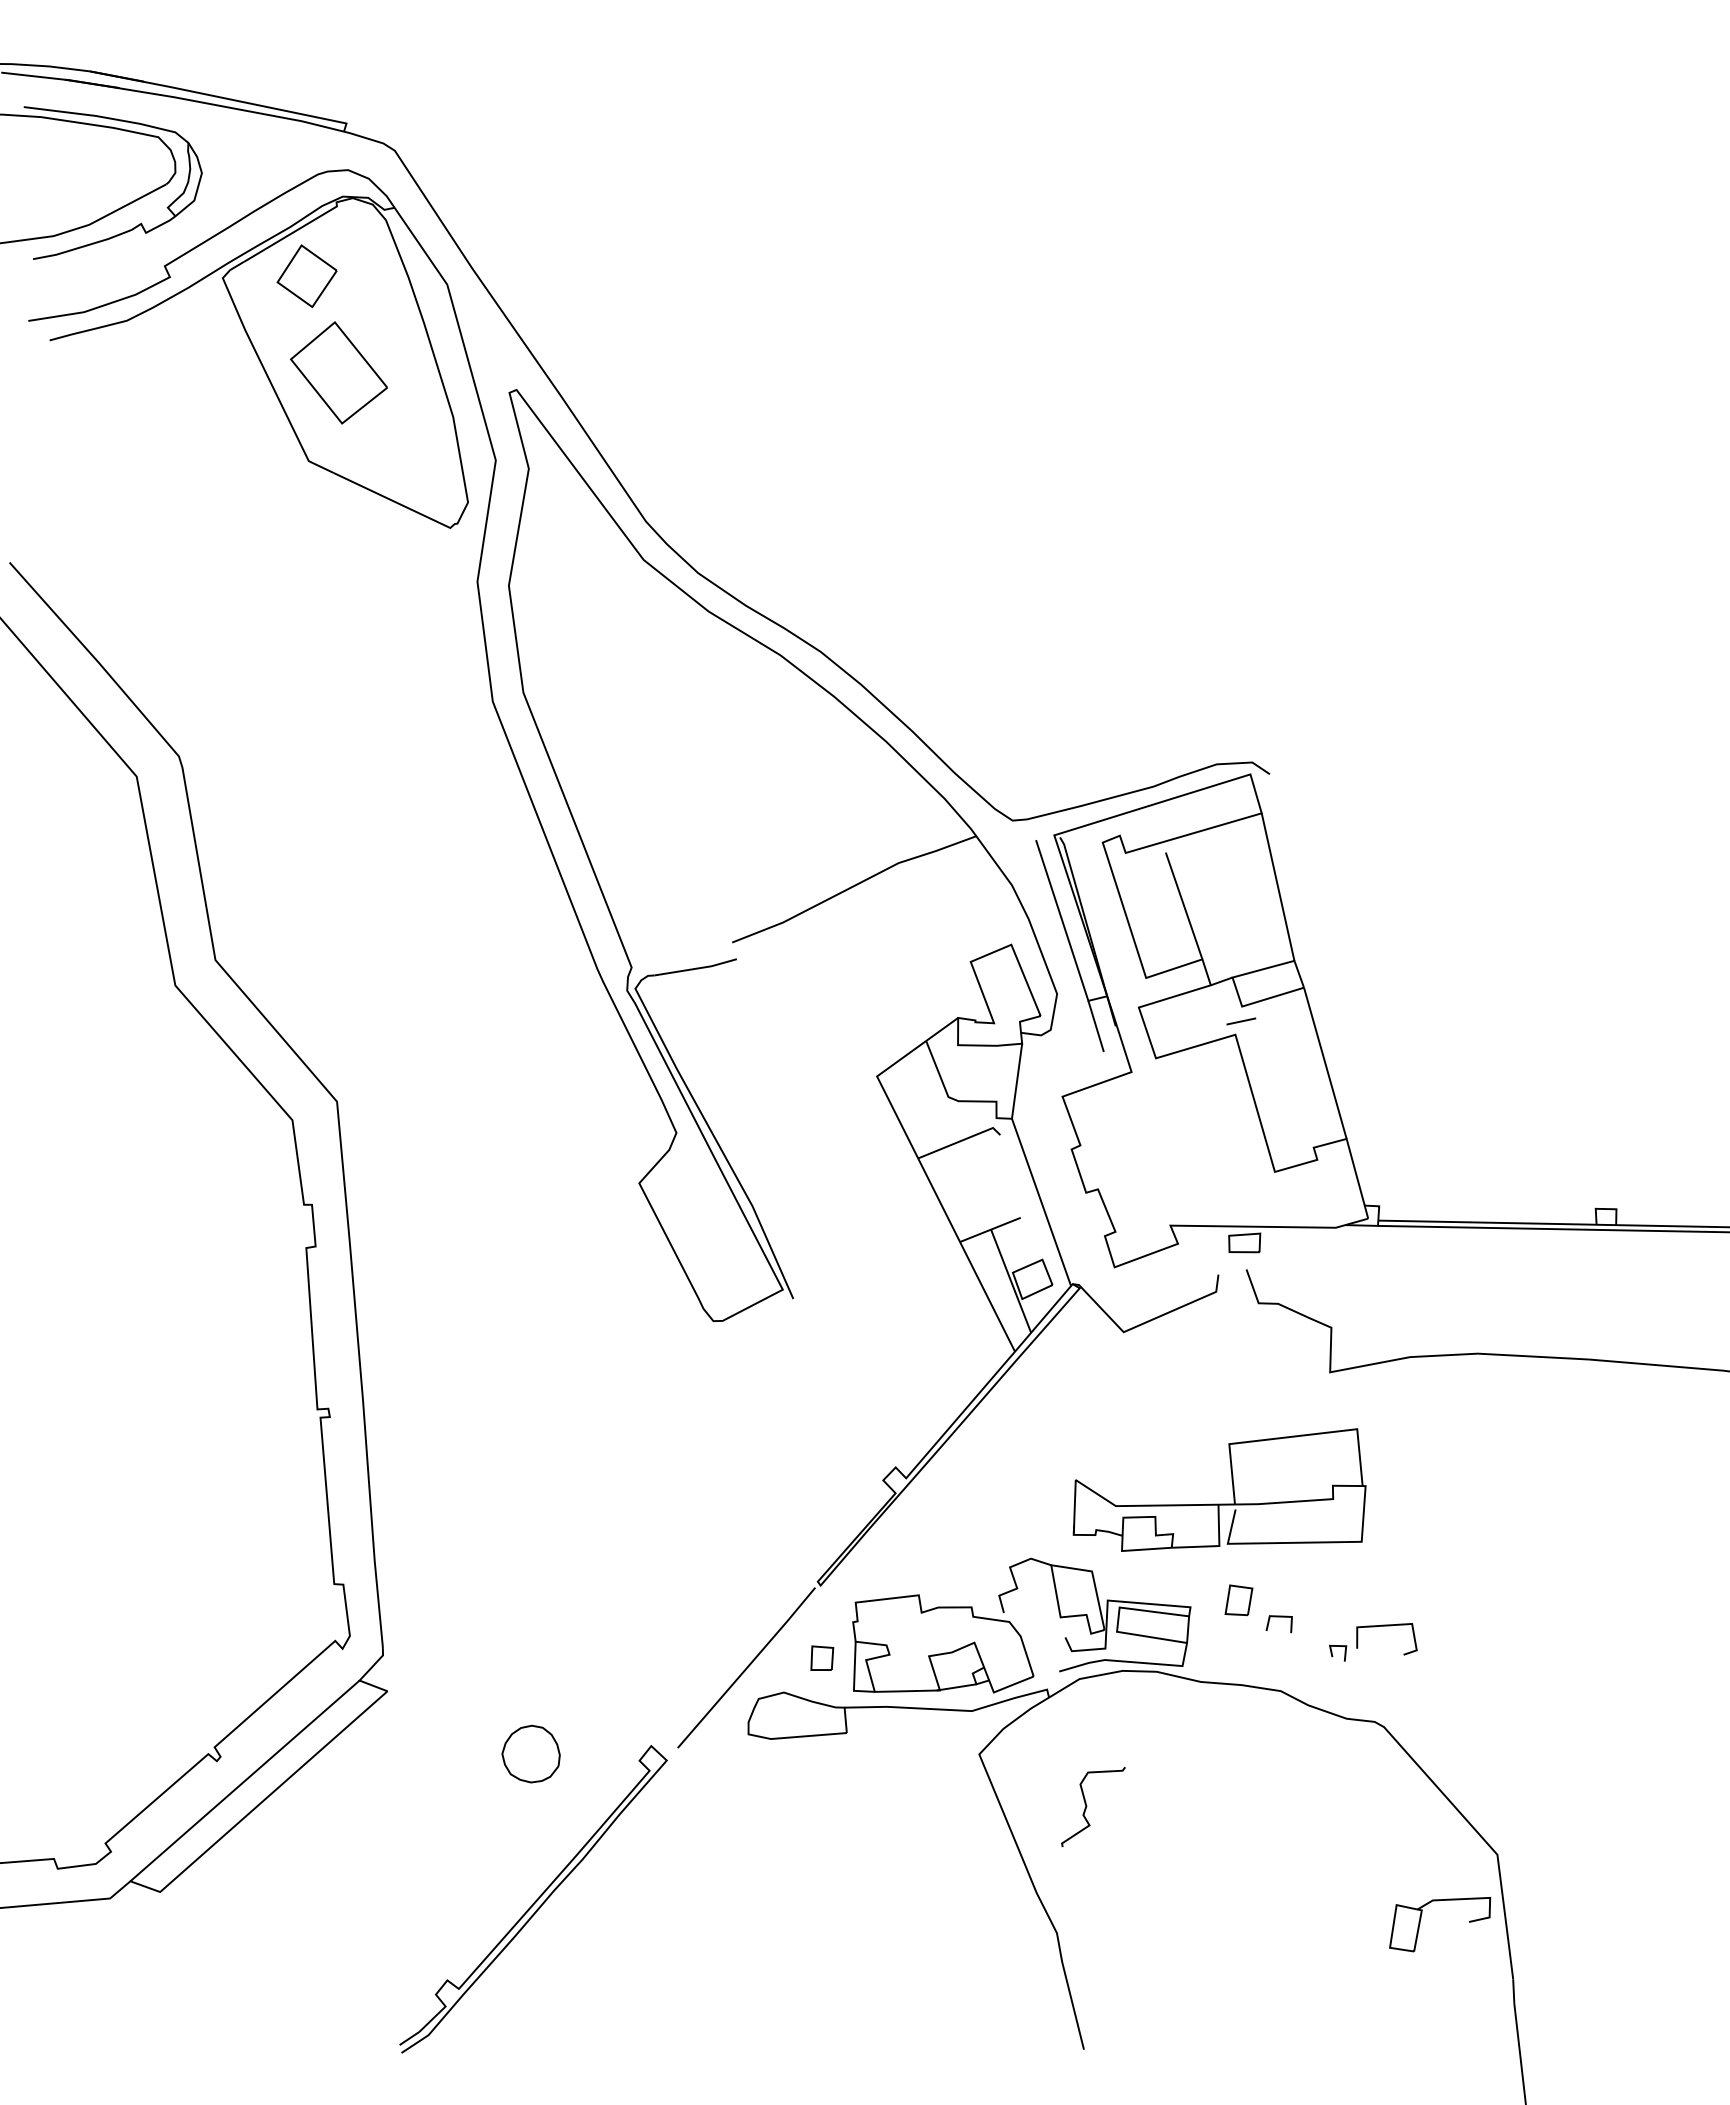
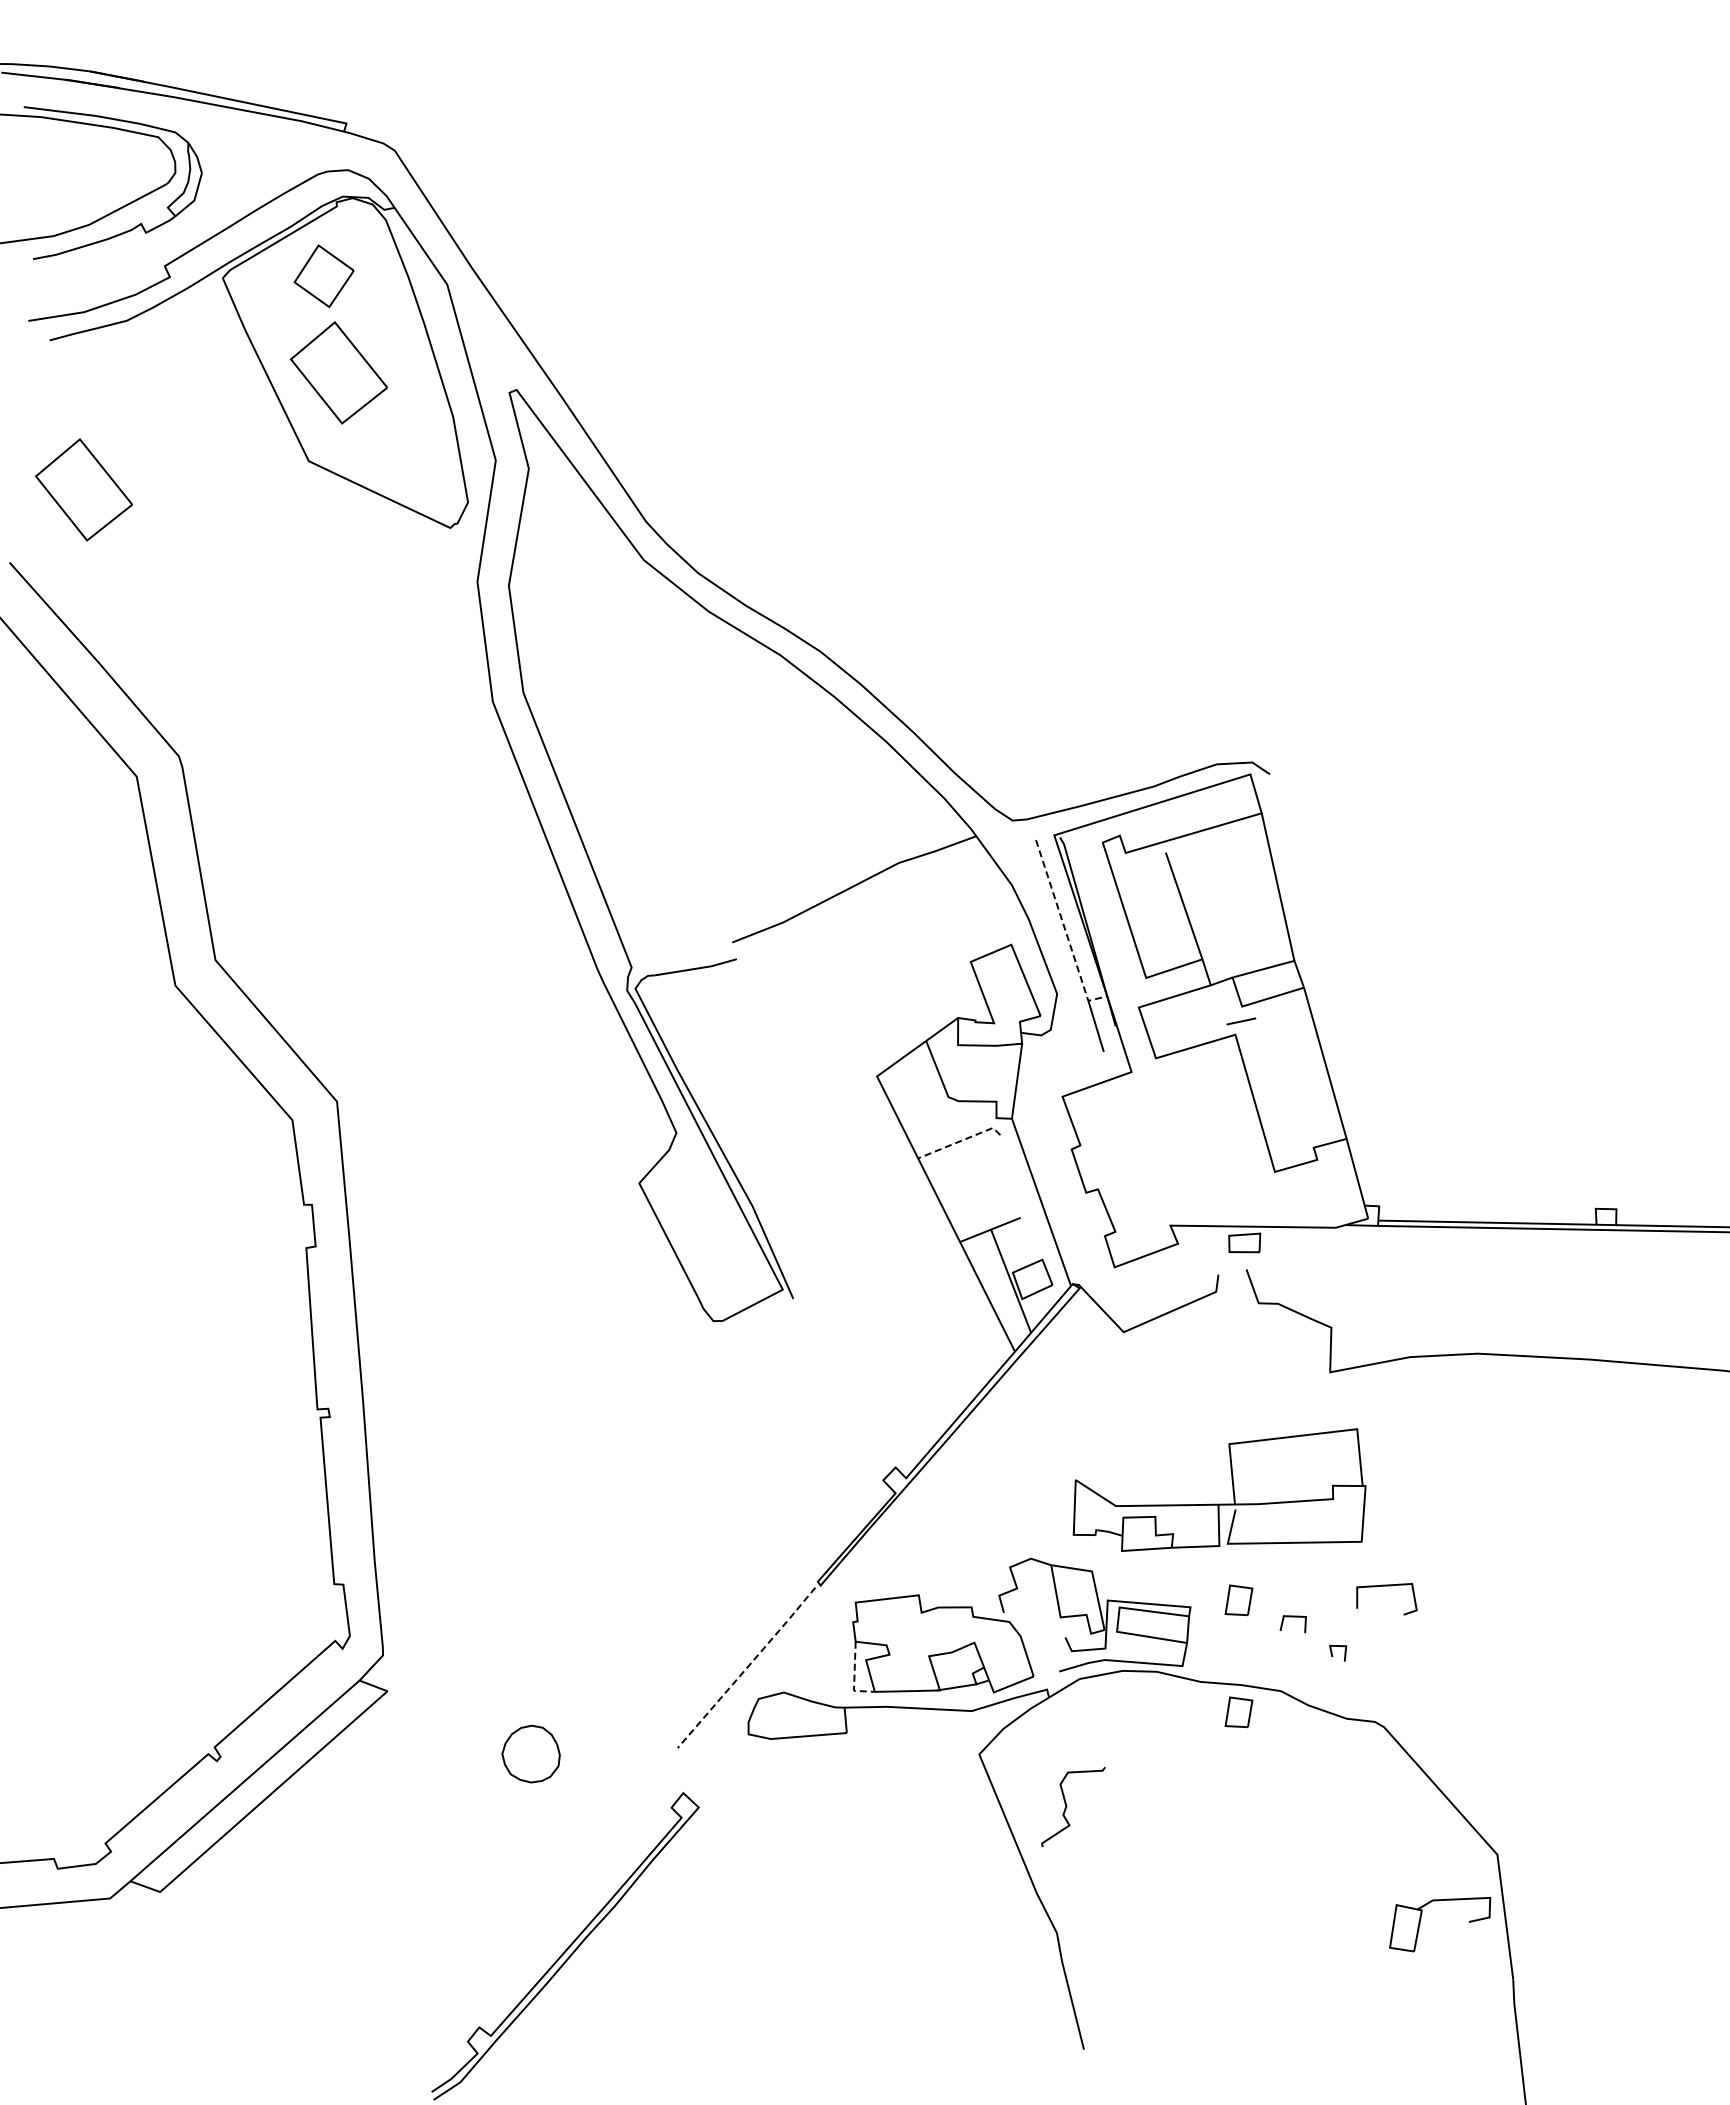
part at (306, 276) position: (306, 276) -> (323, 276)
part at (83, 489): none -> present
line at (1065, 930): solid -> dashed
line at (960, 1141): solid -> dashed
curve at (1278, 1617) position: (1278, 1617) -> (1292, 1617)
line at (1386, 1626) position: (1386, 1626) -> (1386, 1586)
part at (822, 1657): present -> none
line at (747, 1667): solid -> dashed
line at (854, 1677): solid -> dashed
part at (1238, 1712): none -> present
curve at (1087, 1806) position: (1087, 1806) -> (1067, 1806)
curve at (535, 1900) position: (535, 1900) -> (567, 1947)
